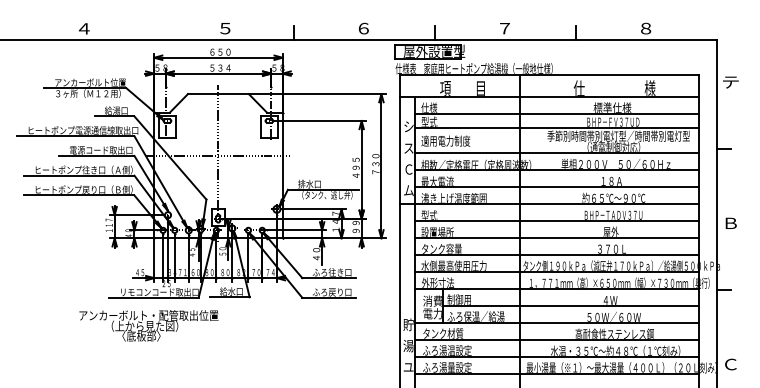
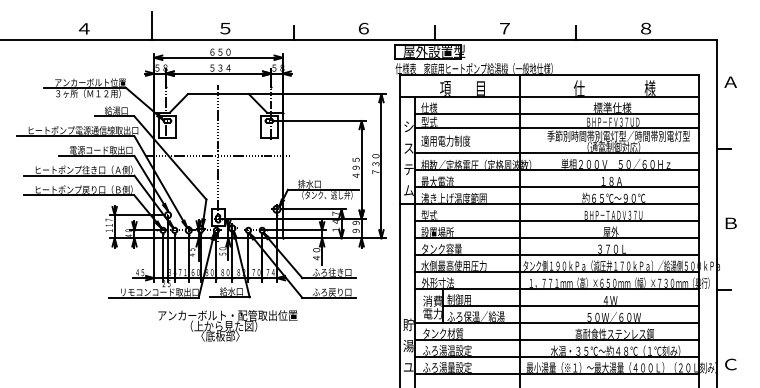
line at (152, 25): none -> present
text at (730, 82): テ -> Ａ
text at (408, 169): Ｃ -> テ
text at (148, 325) position: (148, 325) -> (227, 325)
